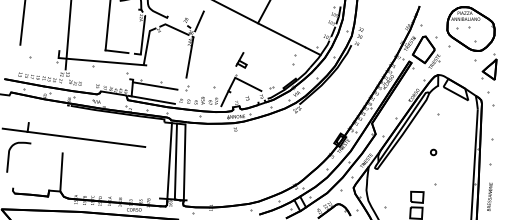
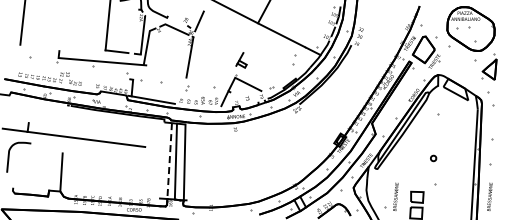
line at (68, 35): present -> none
line at (154, 85): present -> none
part at (433, 152) position: (433, 152) -> (433, 158)
line at (169, 161): solid -> dashed
line at (395, 196): none -> present
